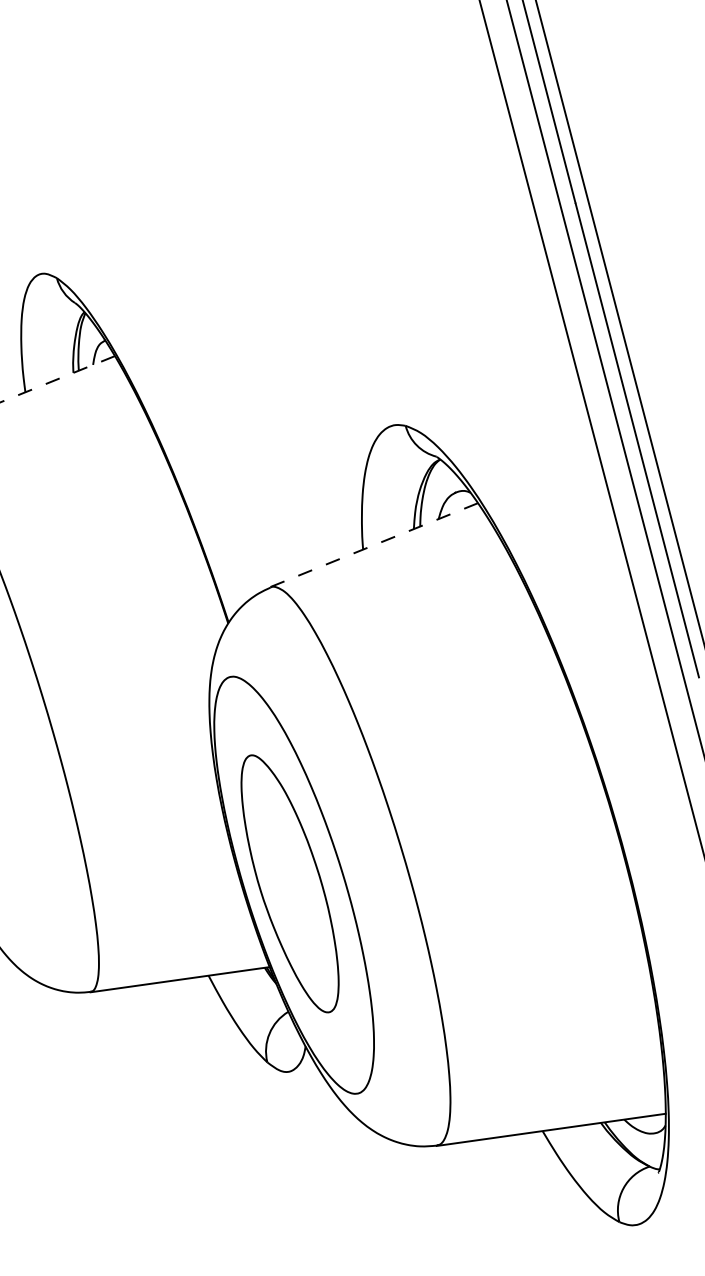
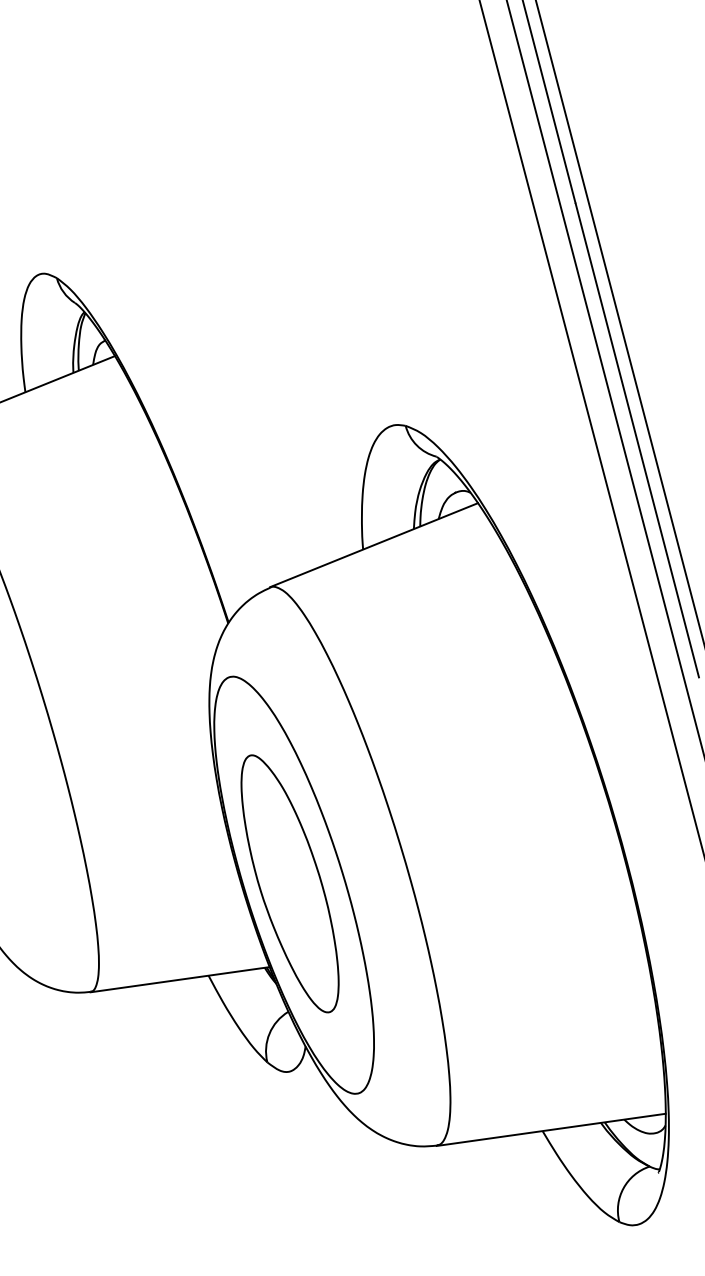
line at (57, 379): dashed -> solid
line at (373, 545): dashed -> solid
